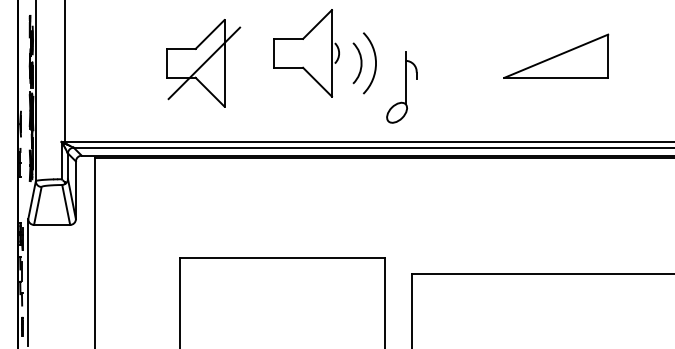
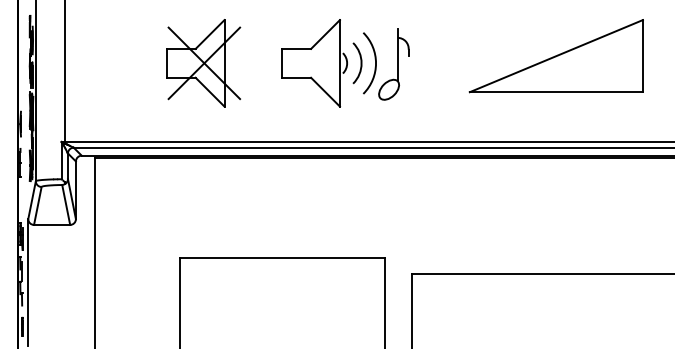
part at (306, 53) position: (306, 53) -> (314, 63)
part at (556, 55) size: 107x46 px -> 176x75 px
line at (204, 63): none -> present
part at (401, 87) position: (401, 87) -> (393, 64)
